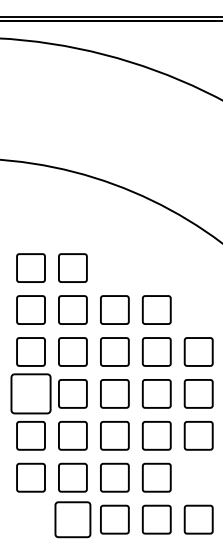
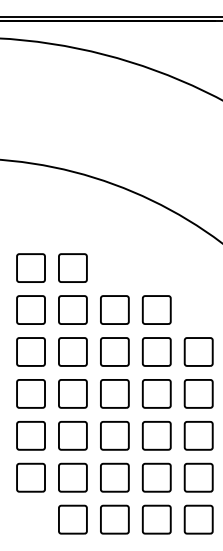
part at (30, 393) size: 42x42 px -> 30x30 px
part at (198, 477): none -> present
part at (72, 519) size: 38x38 px -> 30x31 px
